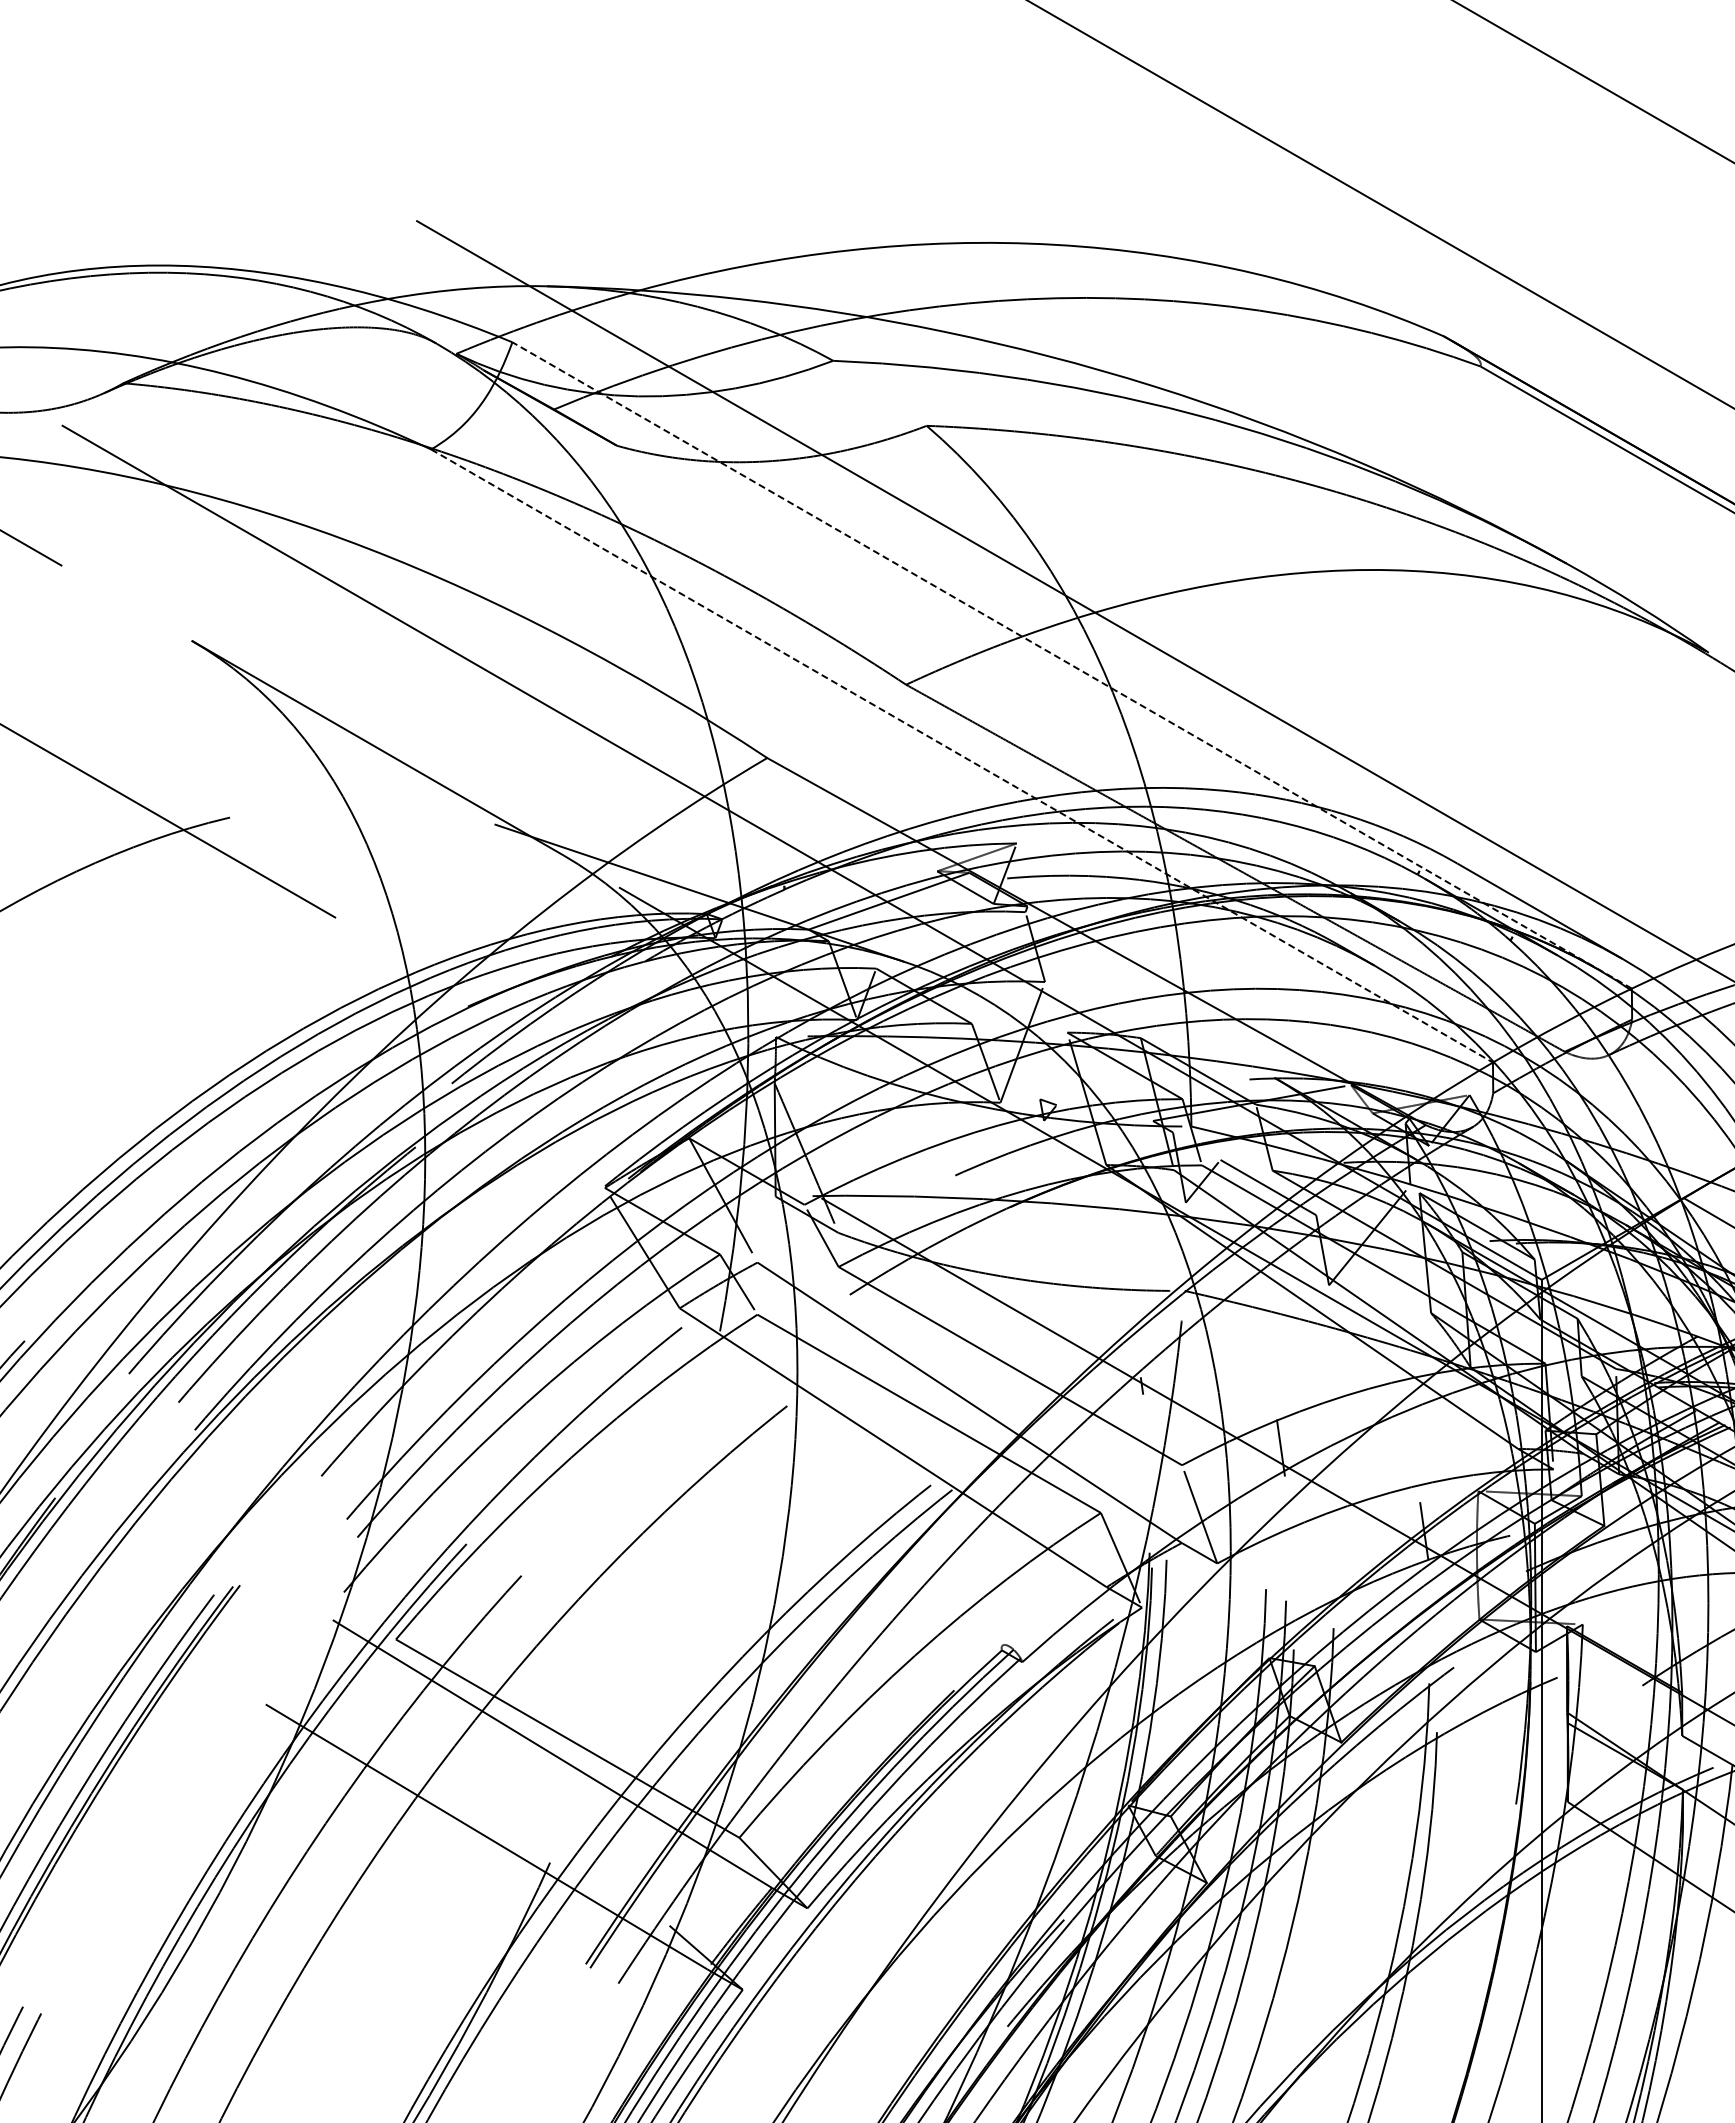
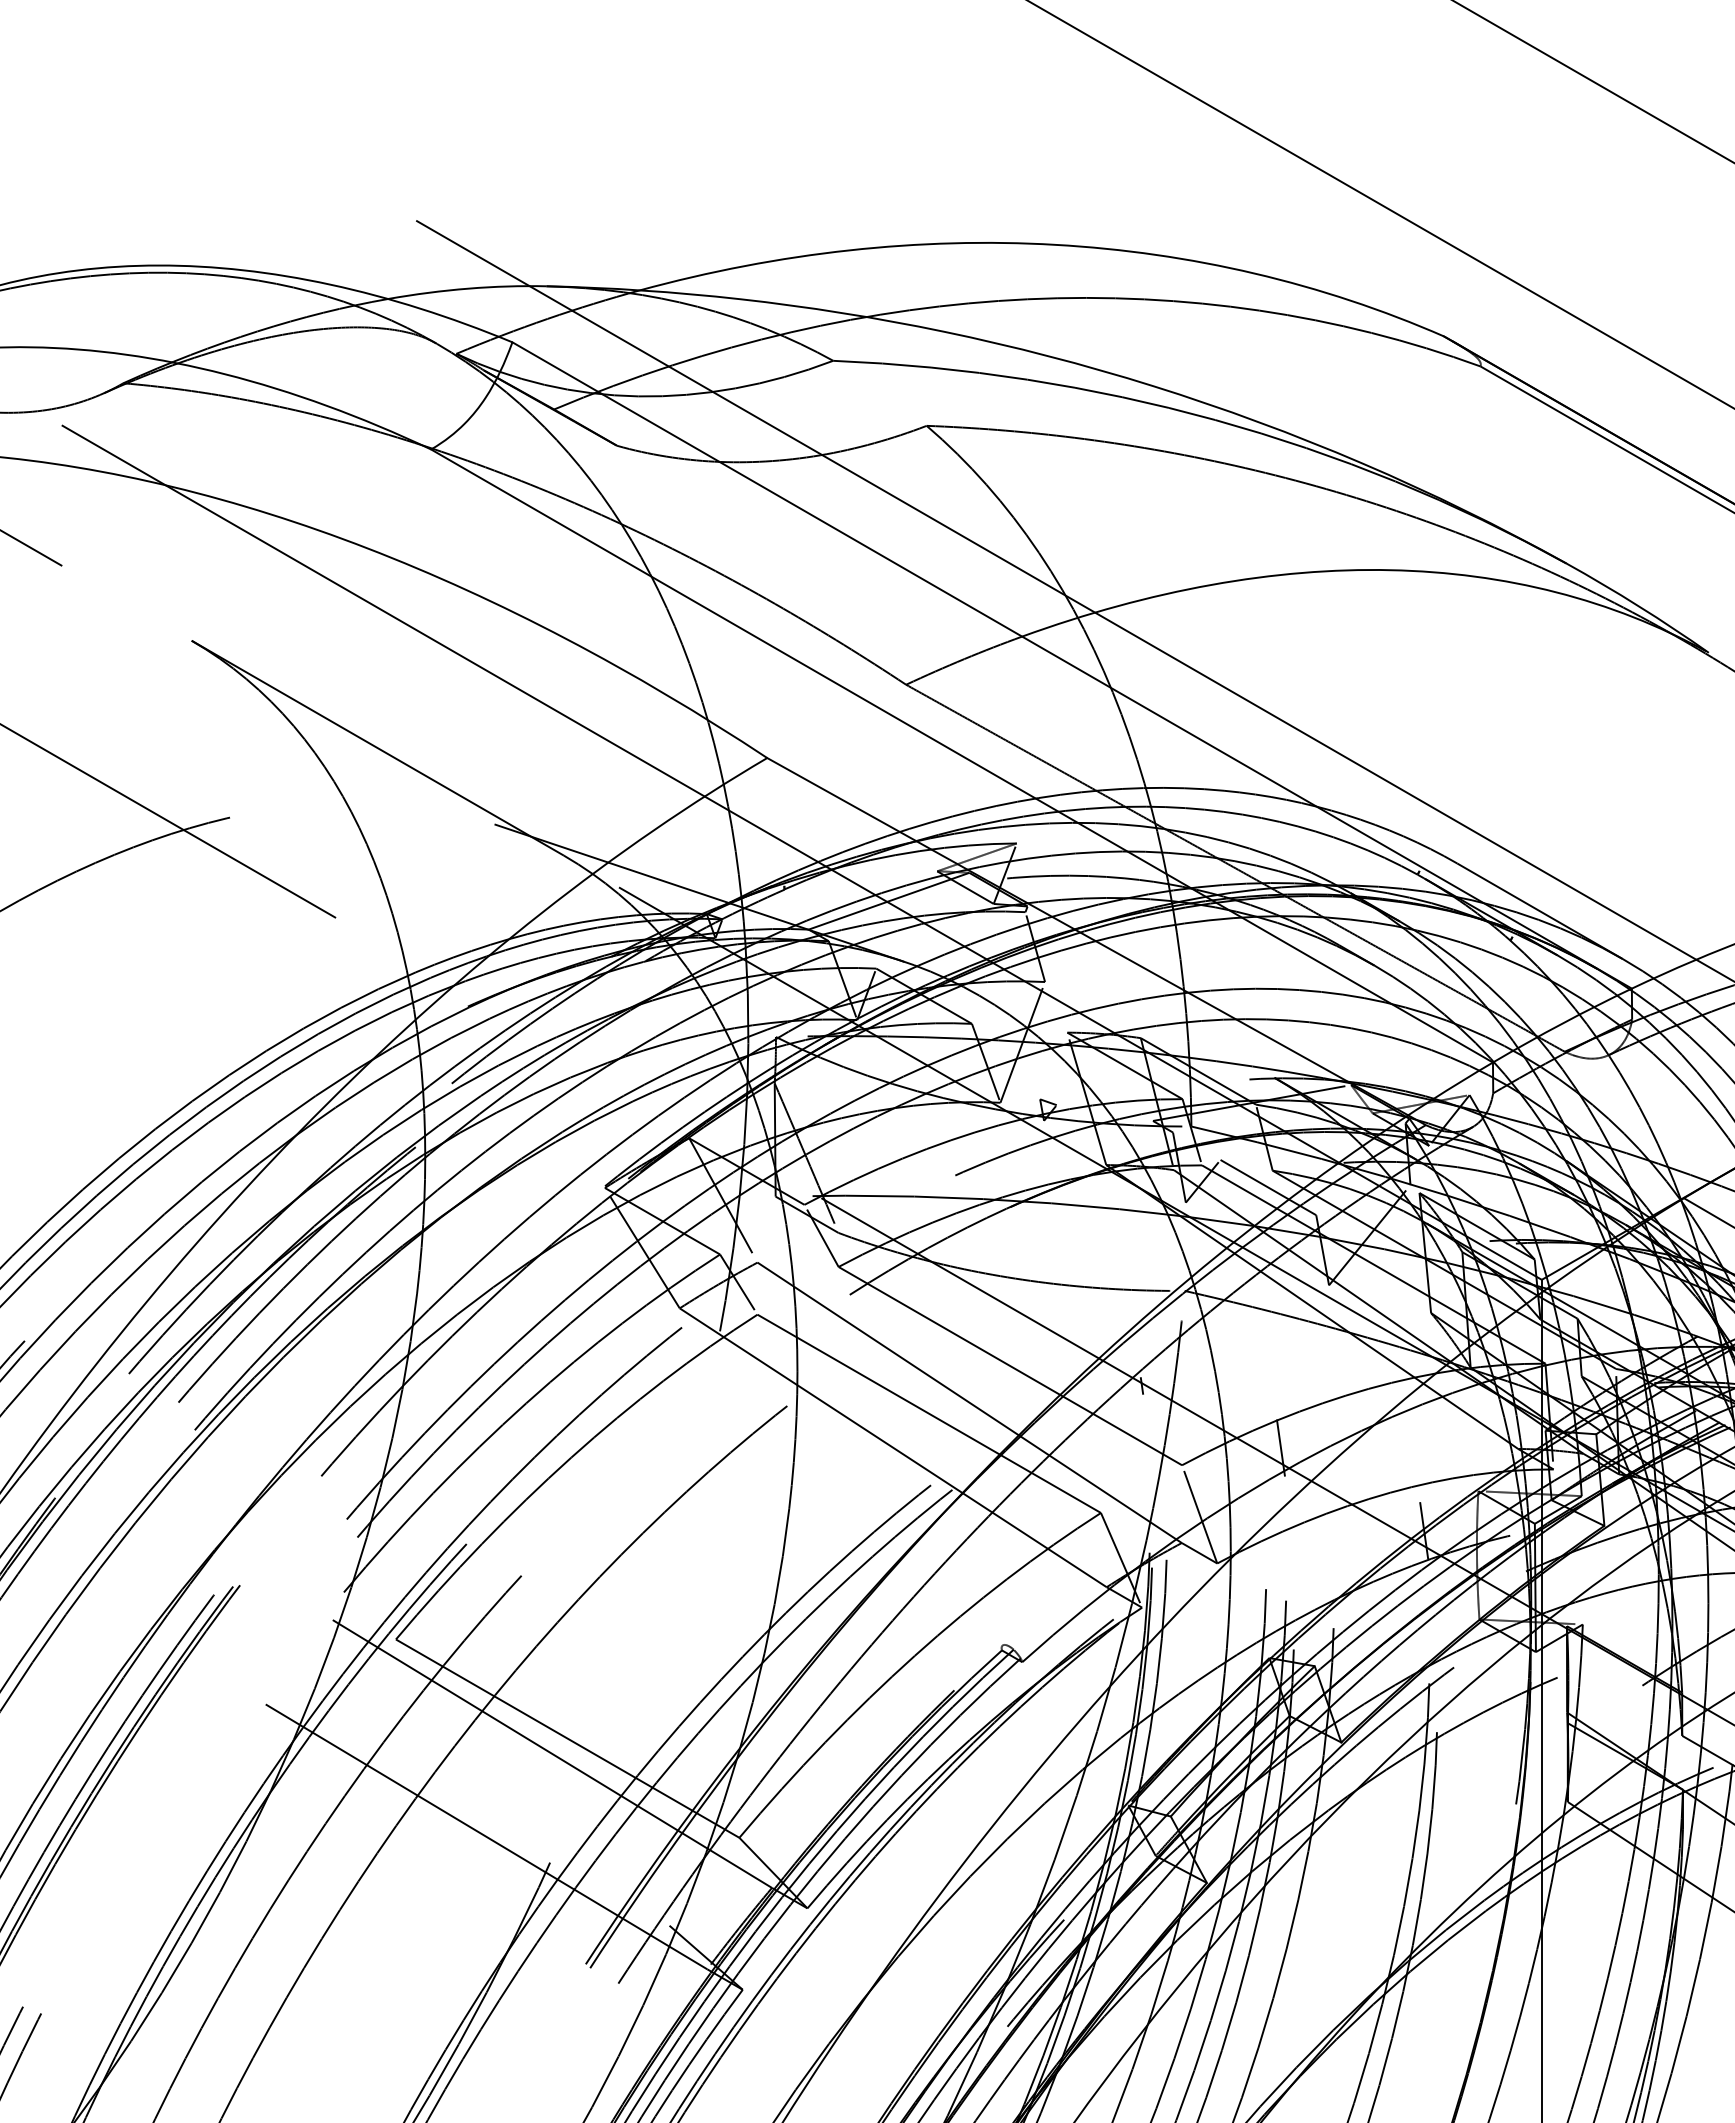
line at (1071, 665): dashed -> solid
line at (962, 756): dashed -> solid
